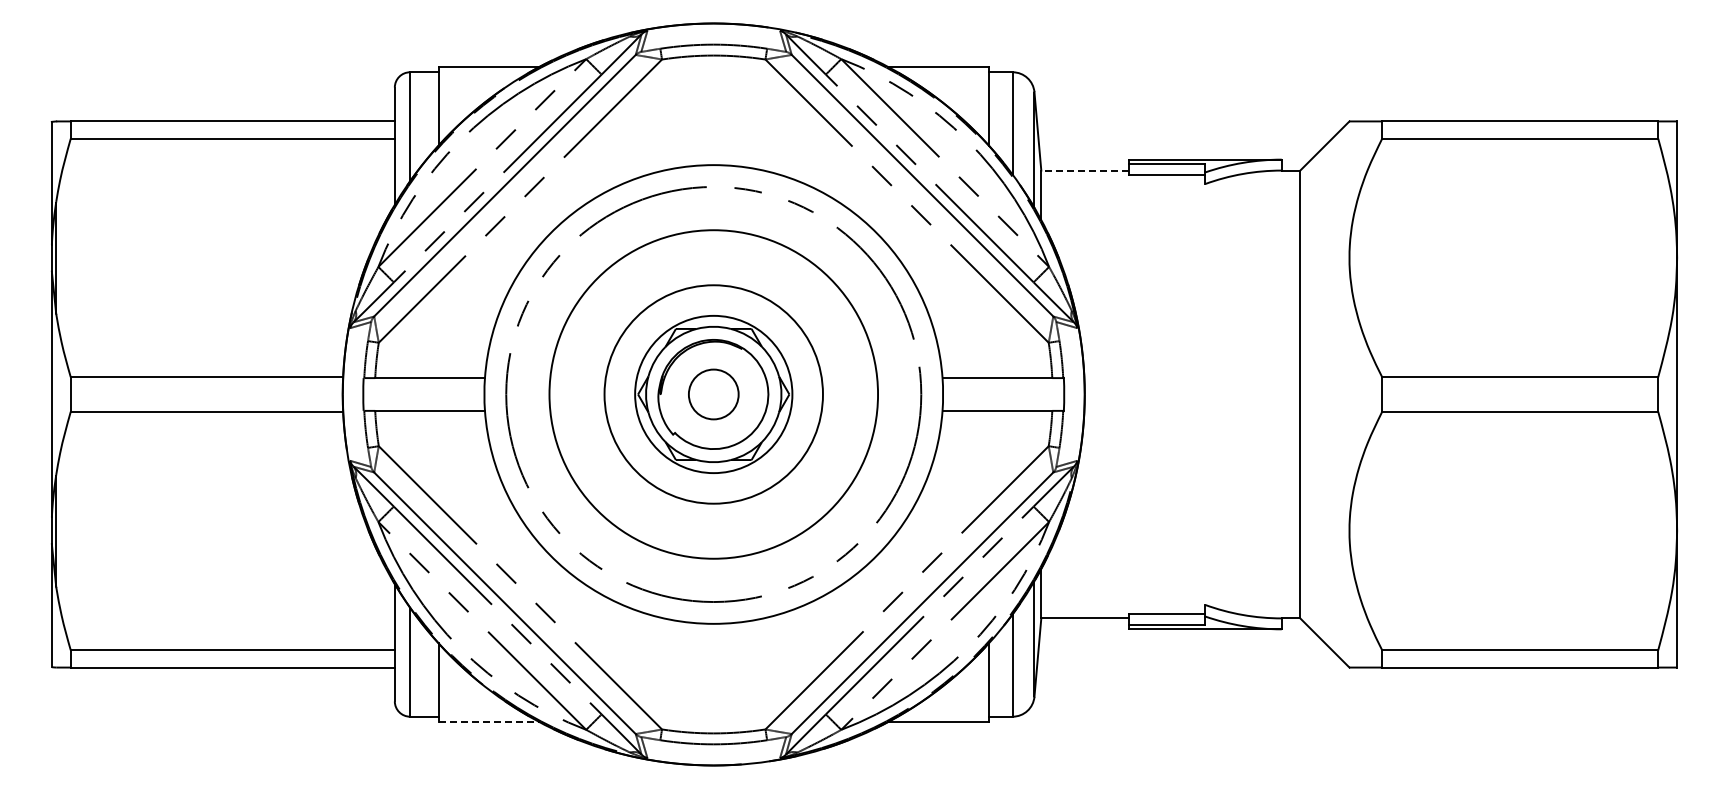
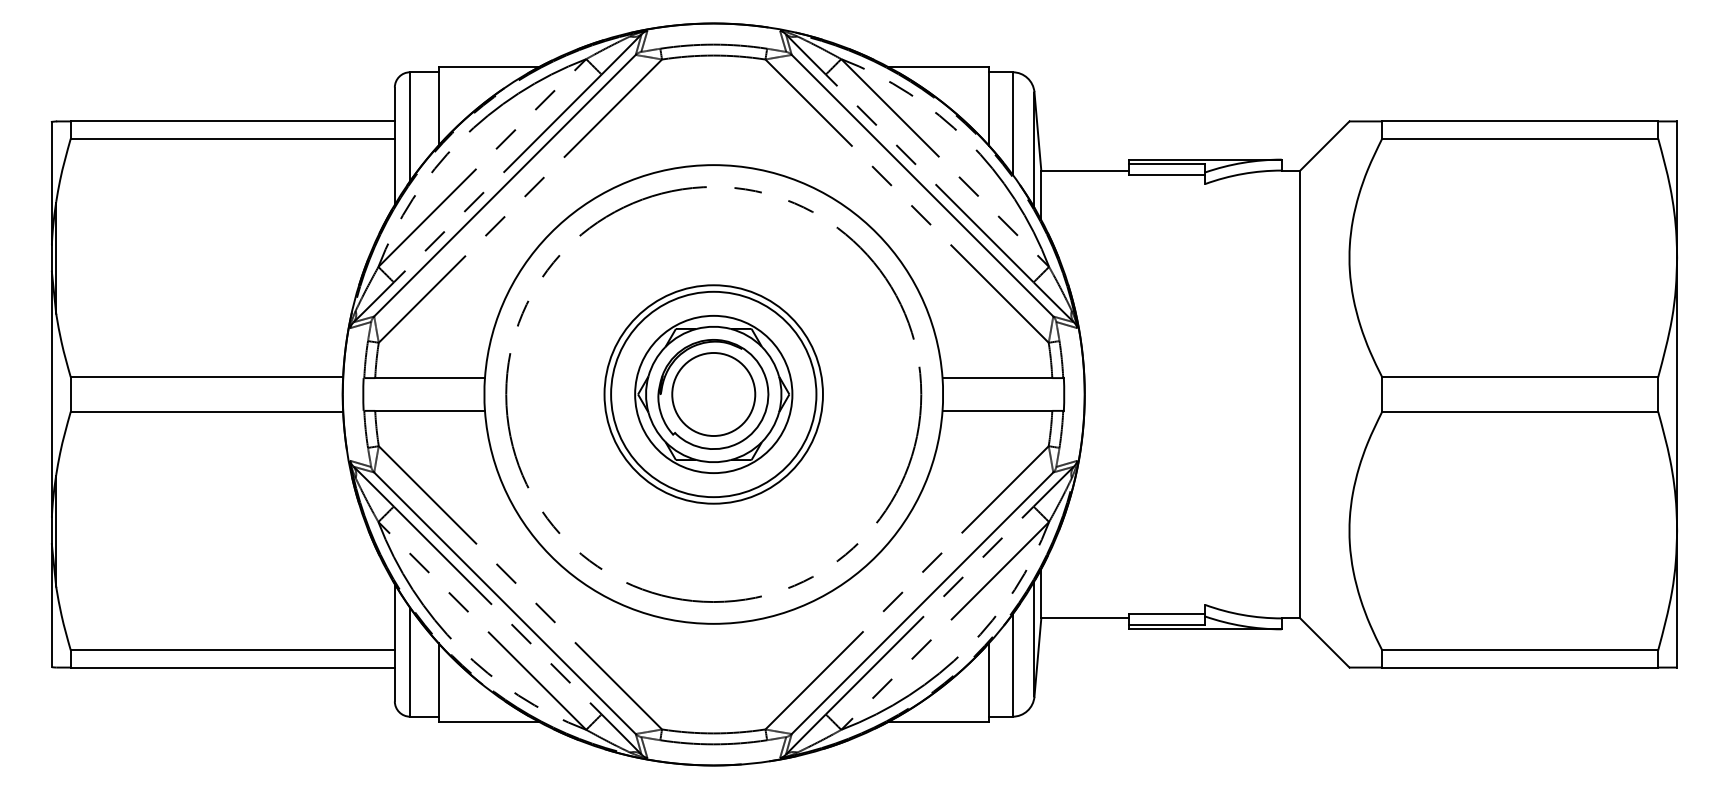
line at (1085, 170): dashed -> solid
circle at (713, 394) diameter: 329 px -> 205 px
circle at (713, 394) diameter: 50 px -> 83 px
line at (489, 722): dashed -> solid
